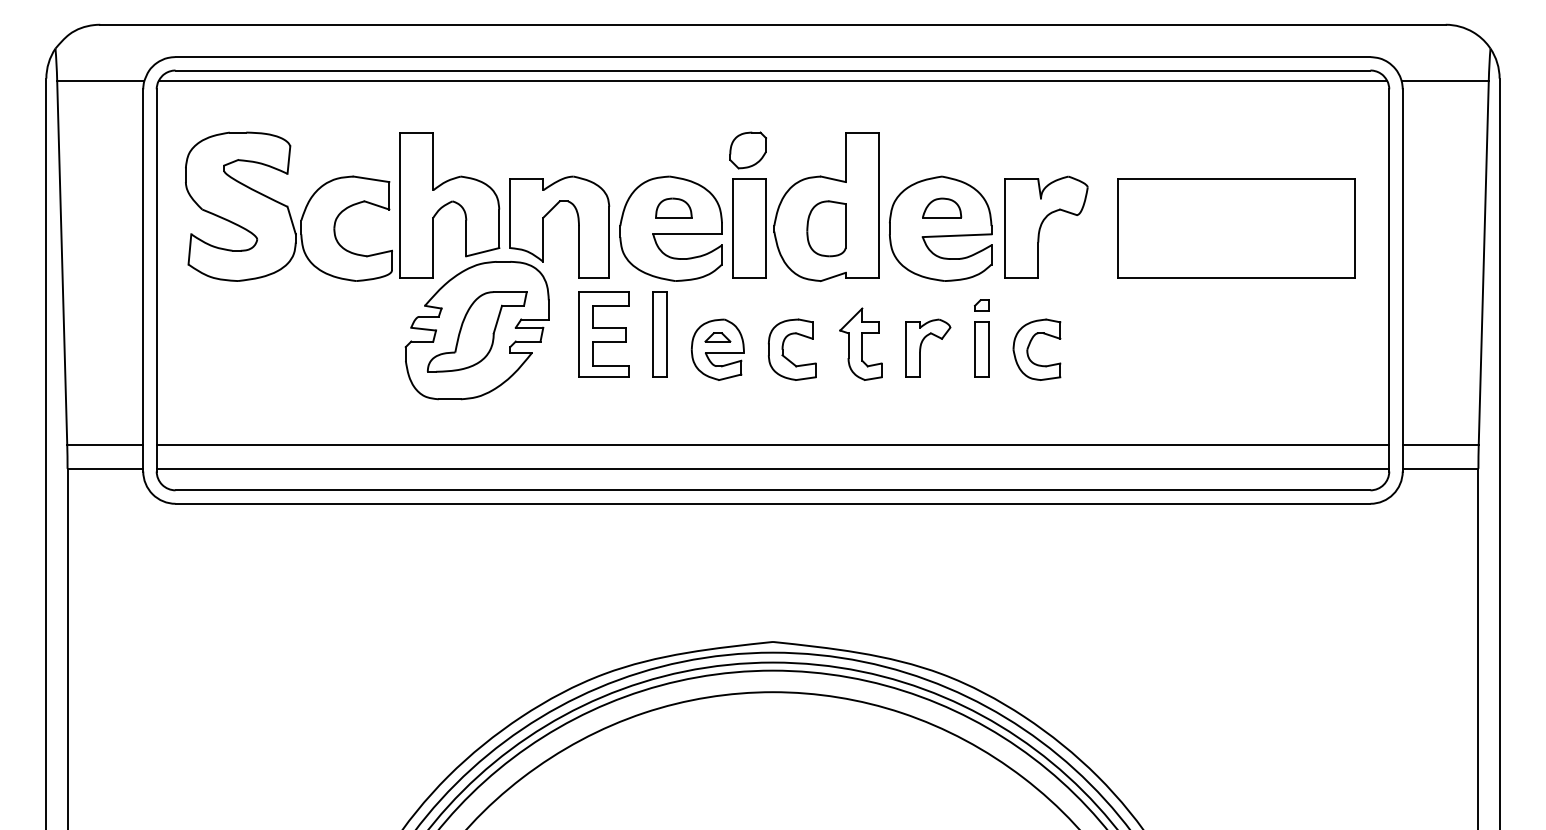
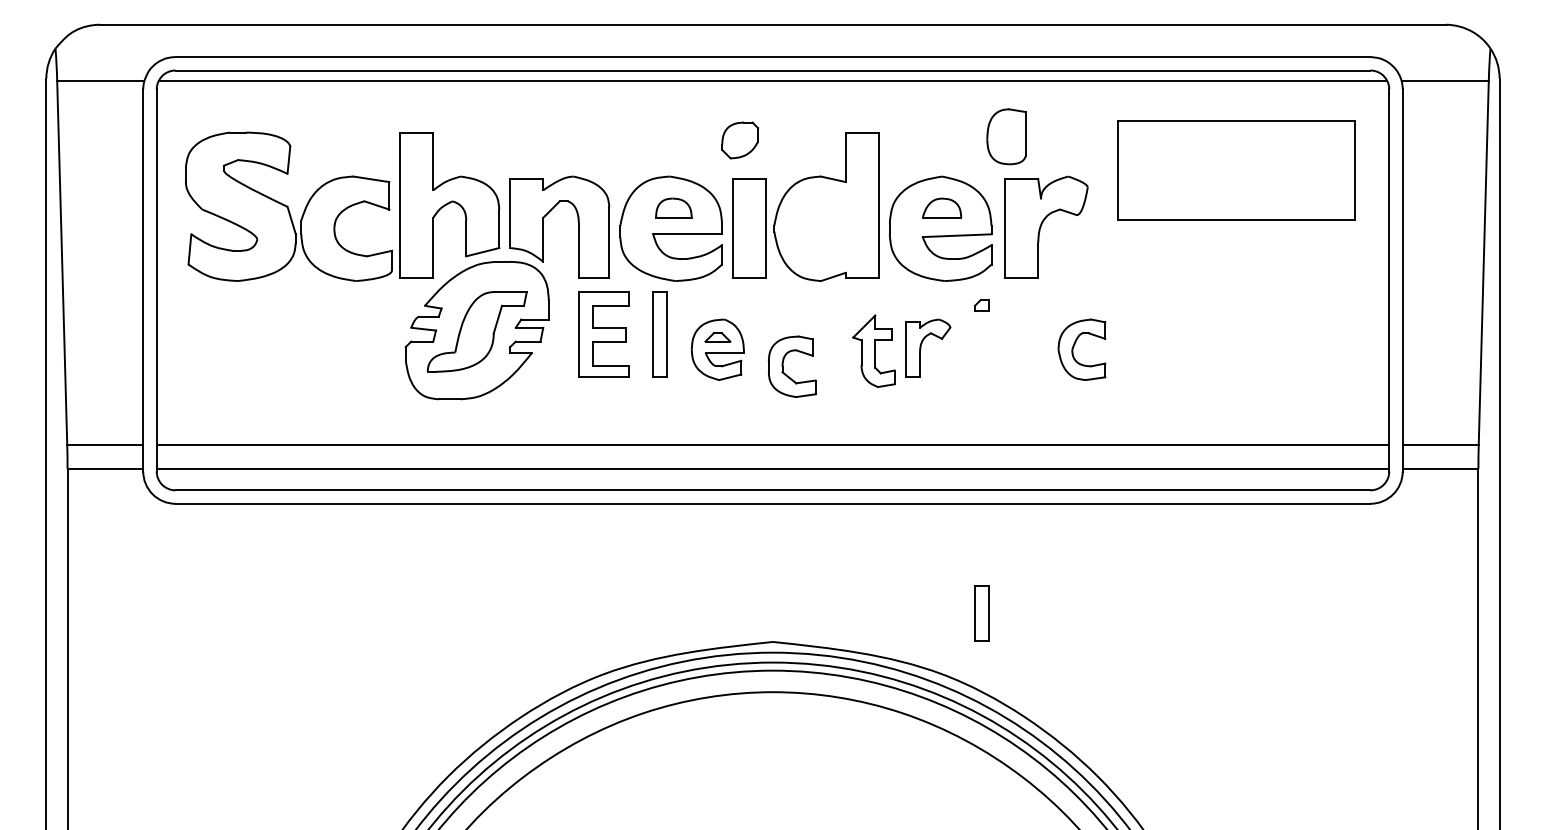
part at (747, 150) position: (747, 150) -> (739, 140)
part at (826, 228) position: (826, 228) -> (1006, 136)
part at (1236, 228) position: (1236, 228) -> (1236, 170)
part at (860, 343) position: (860, 343) -> (873, 350)
part at (1029, 347) position: (1029, 347) -> (1074, 347)
part at (783, 349) position: (783, 349) -> (783, 366)
part at (981, 349) position: (981, 349) -> (981, 613)
